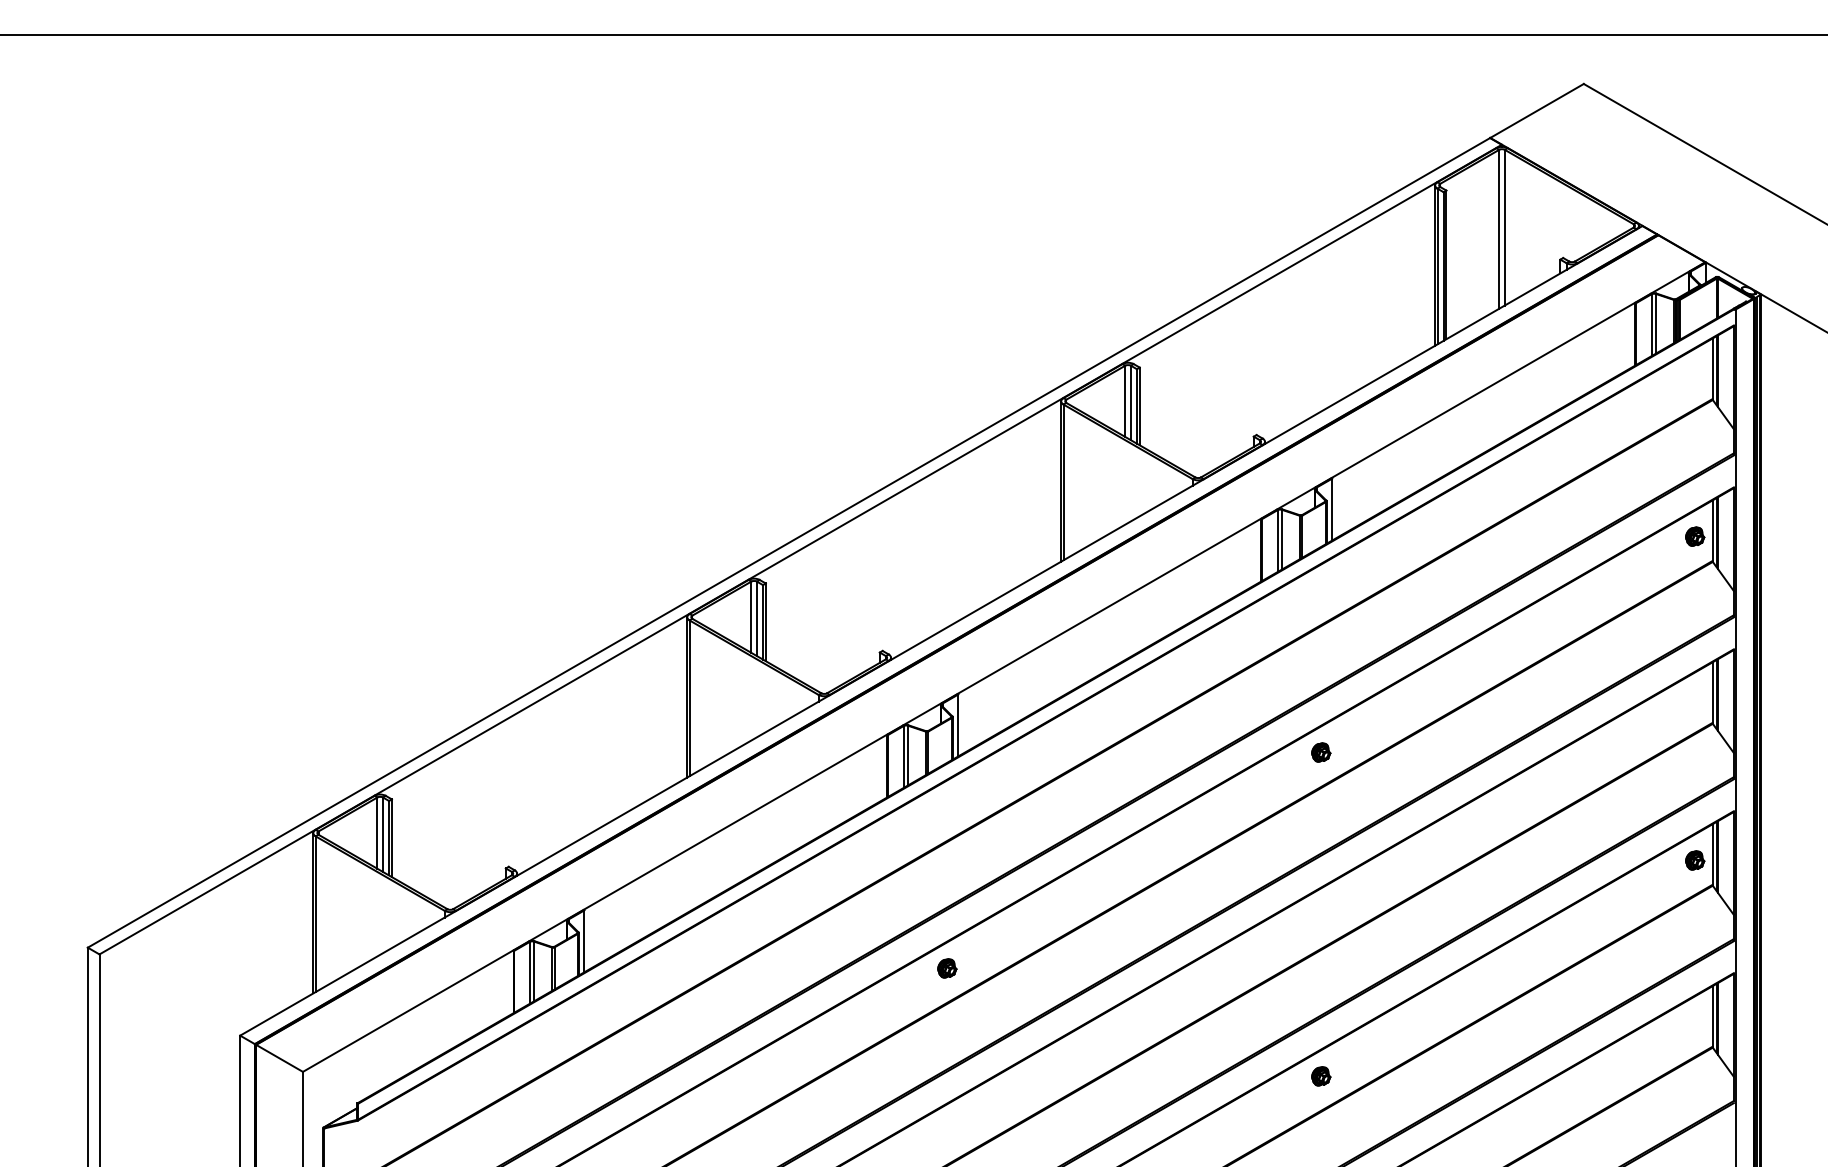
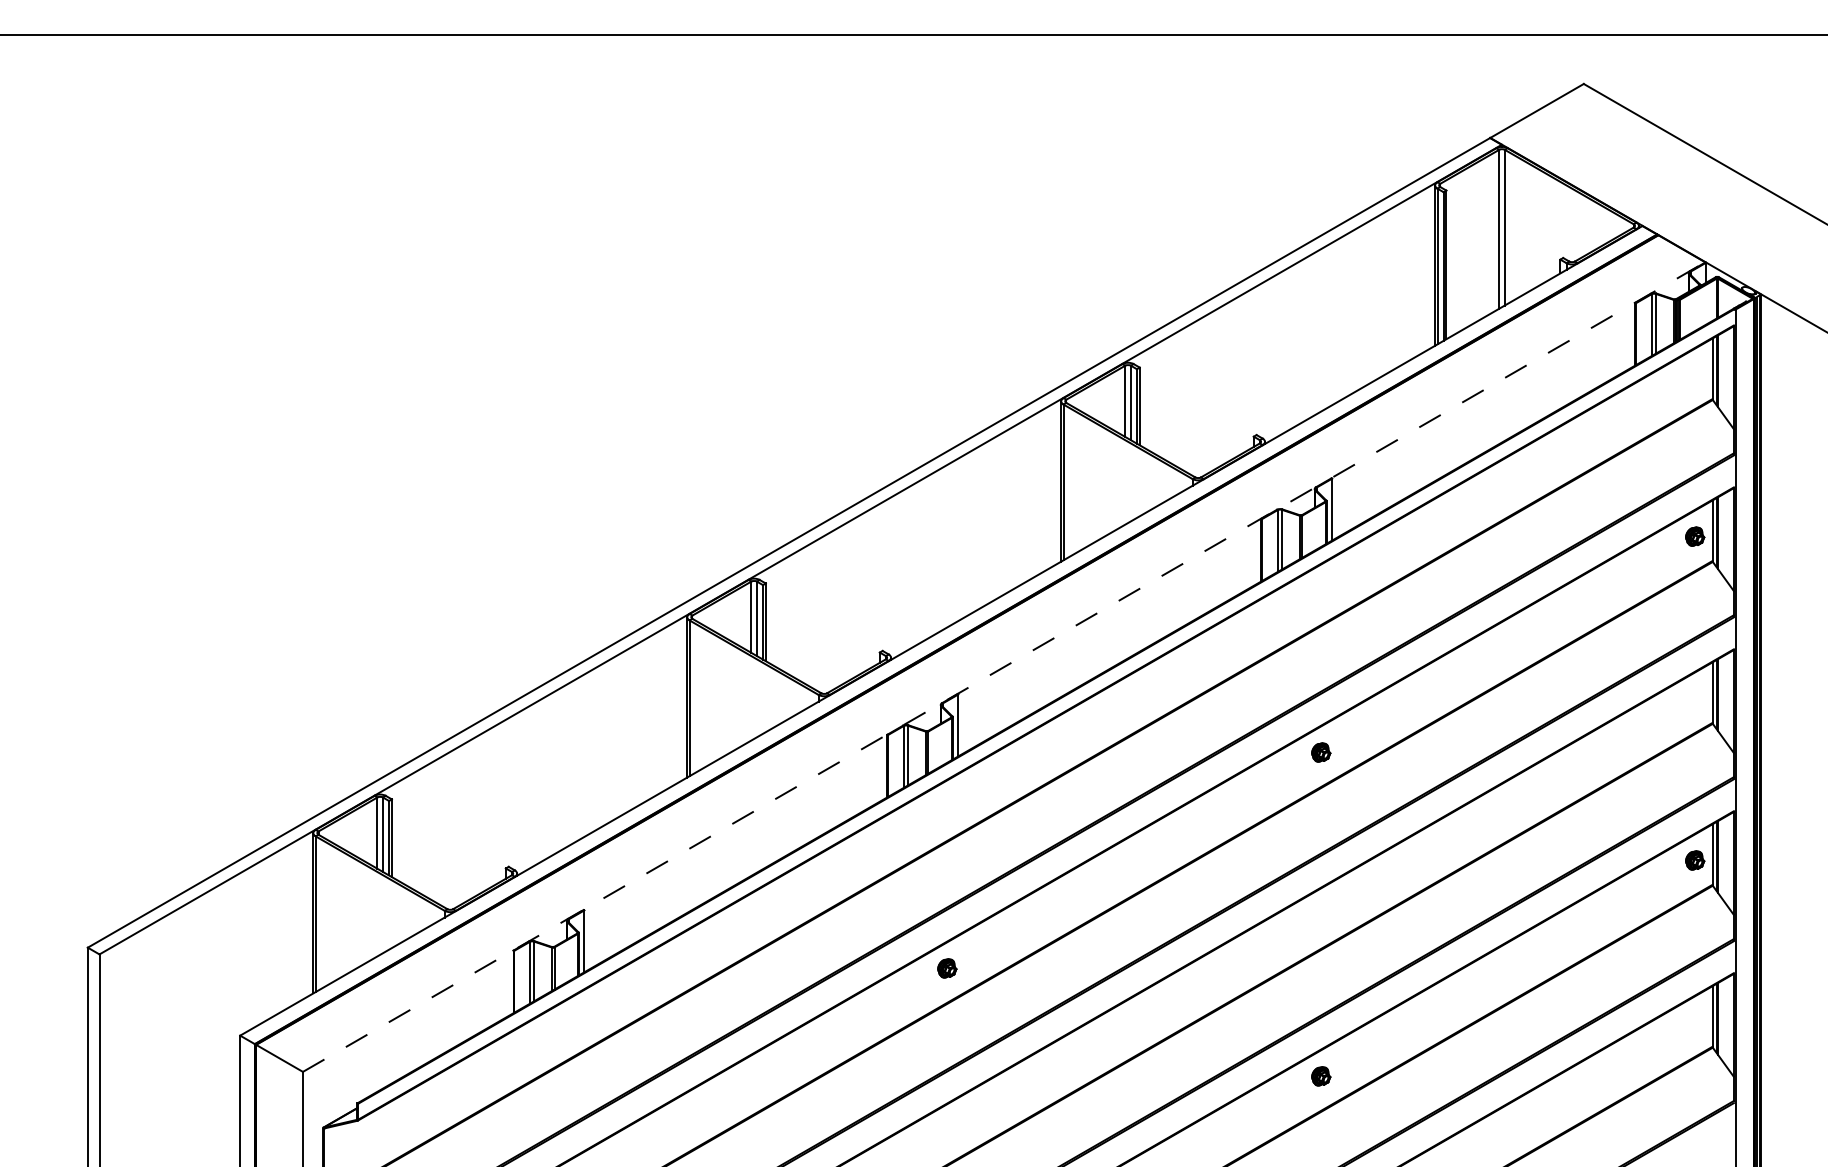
line at (1004, 667): solid -> dashed
